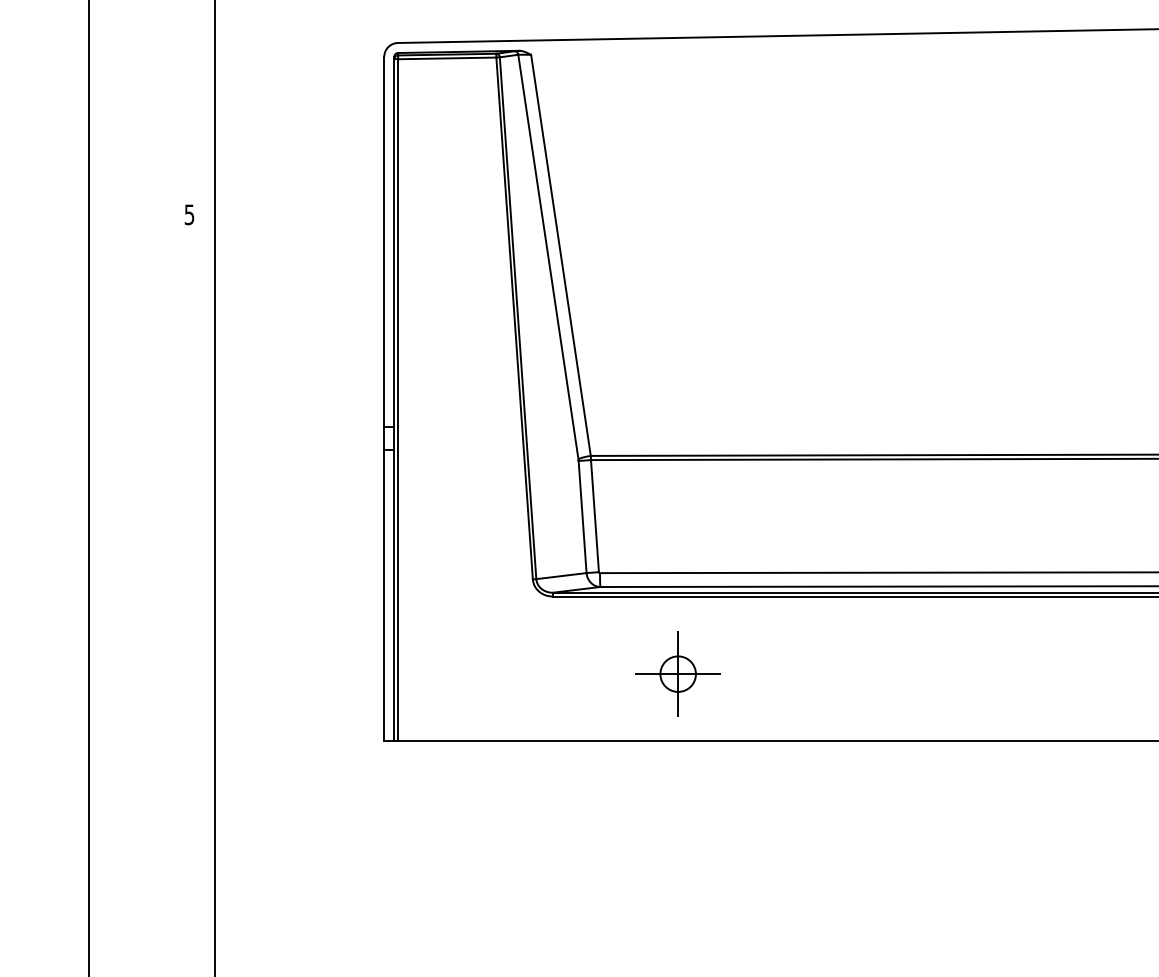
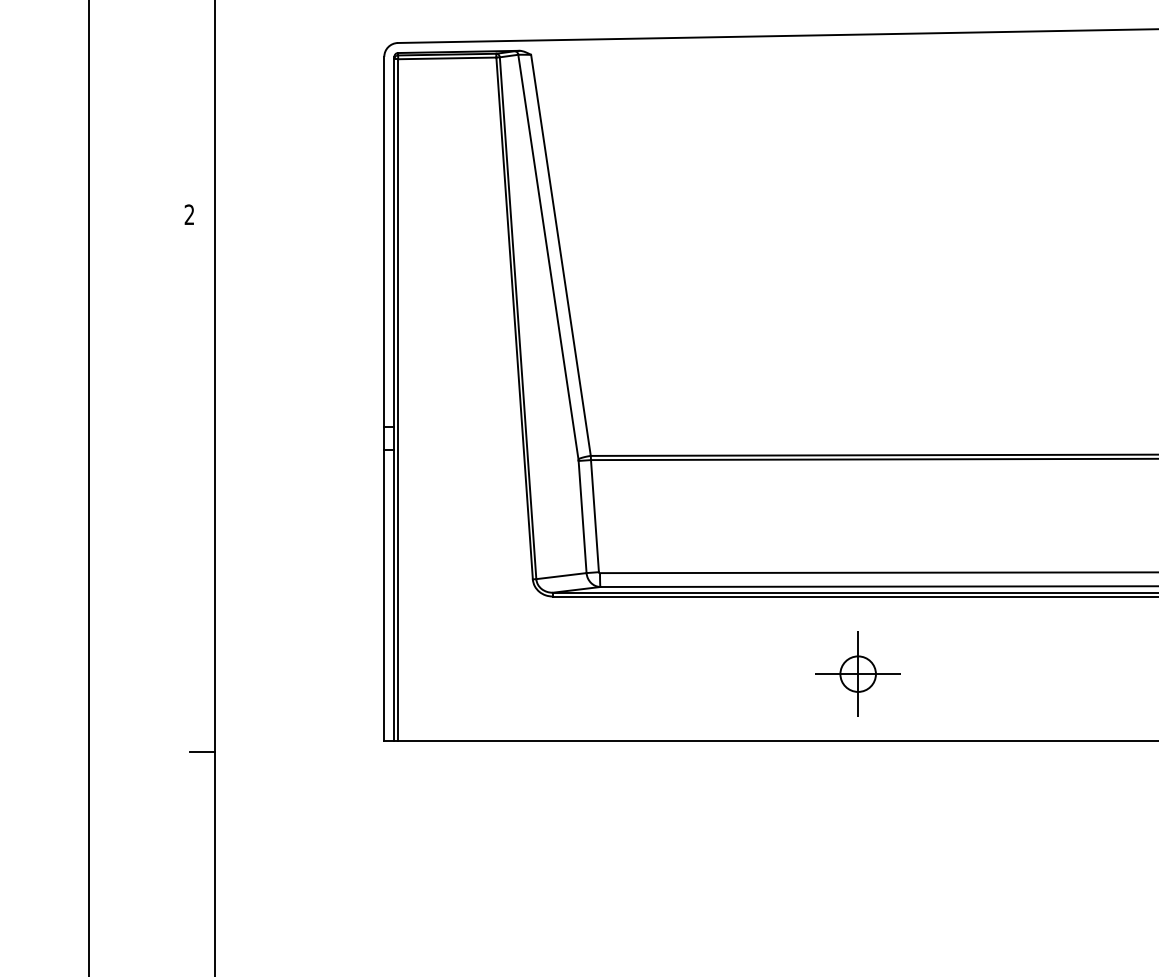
text at (189, 214): 5 -> 2
part at (677, 673) position: (677, 673) -> (857, 673)
line at (201, 751): none -> present
